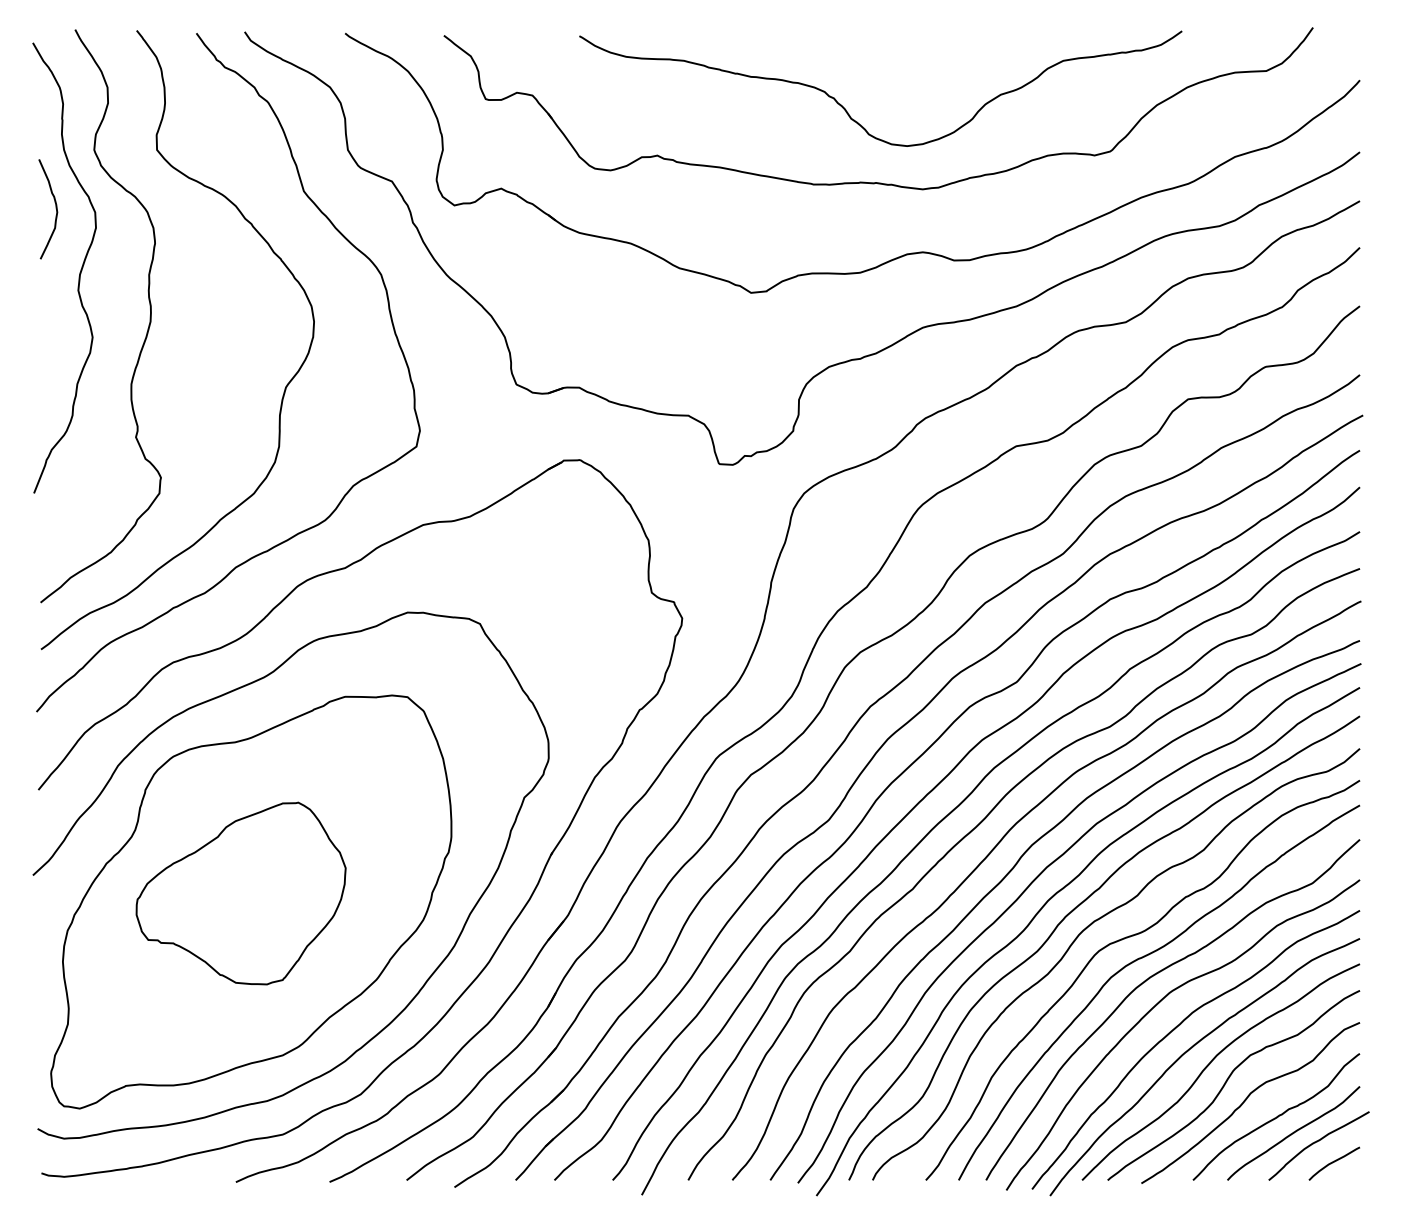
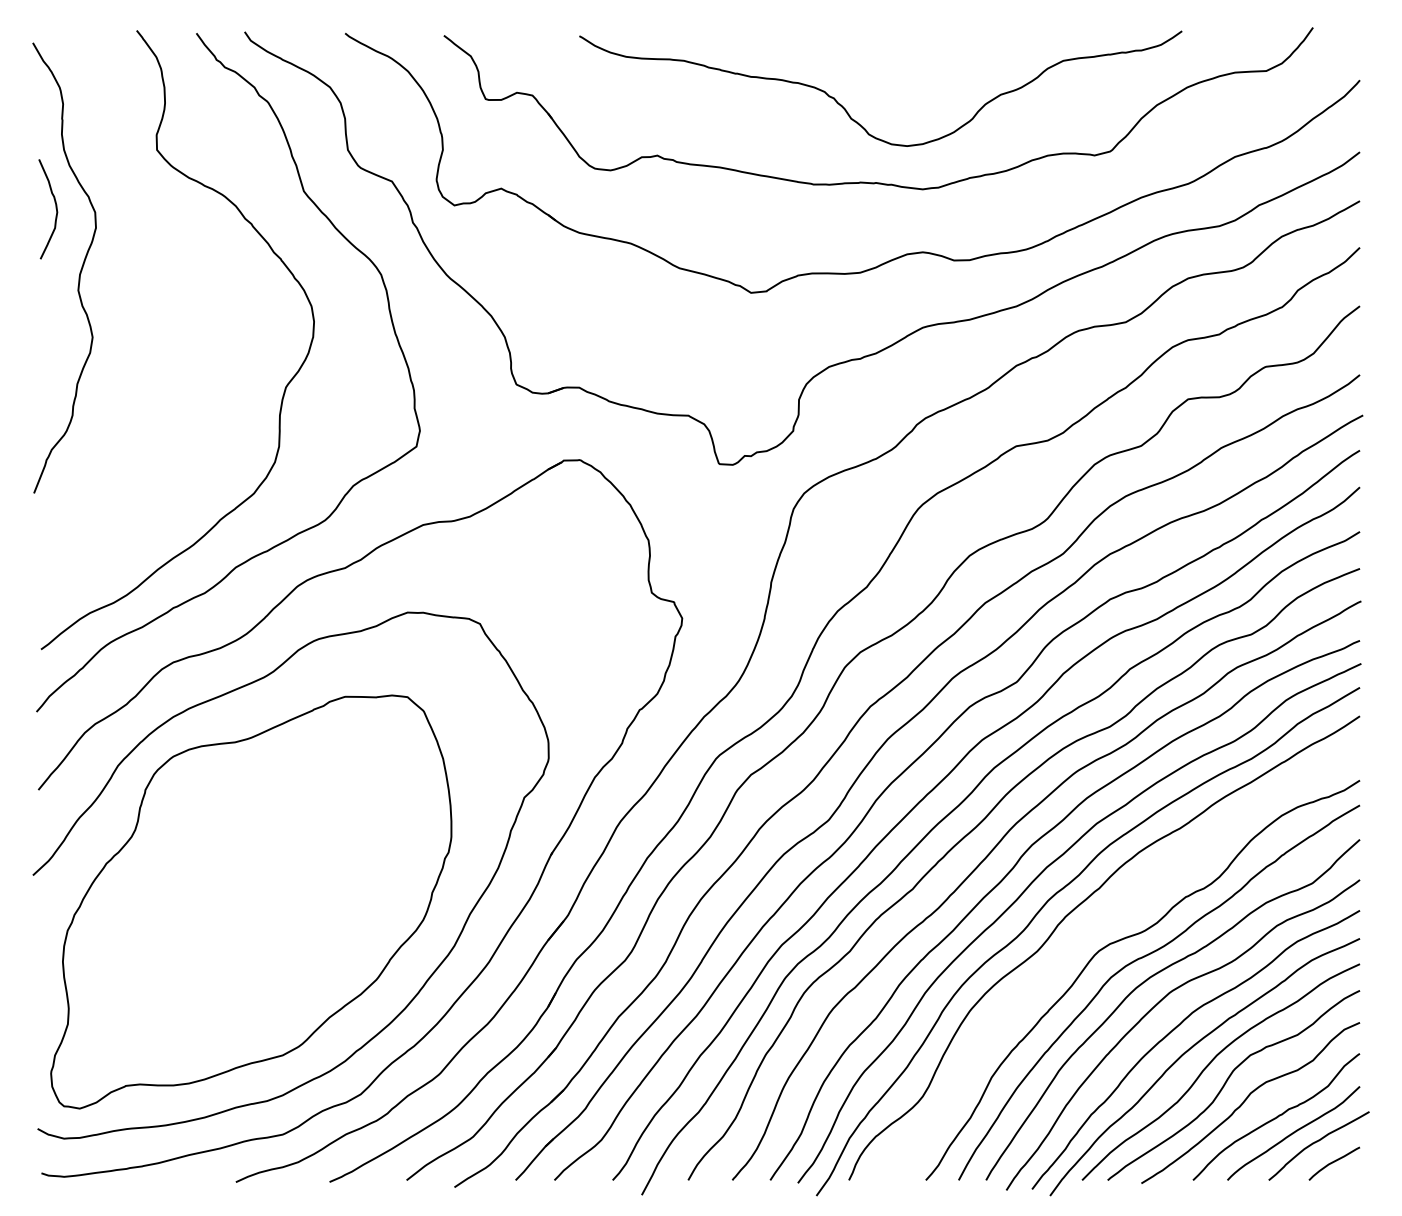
curve at (147, 328): present -> none
part at (240, 893): present -> none
curve at (1085, 930): present -> none
